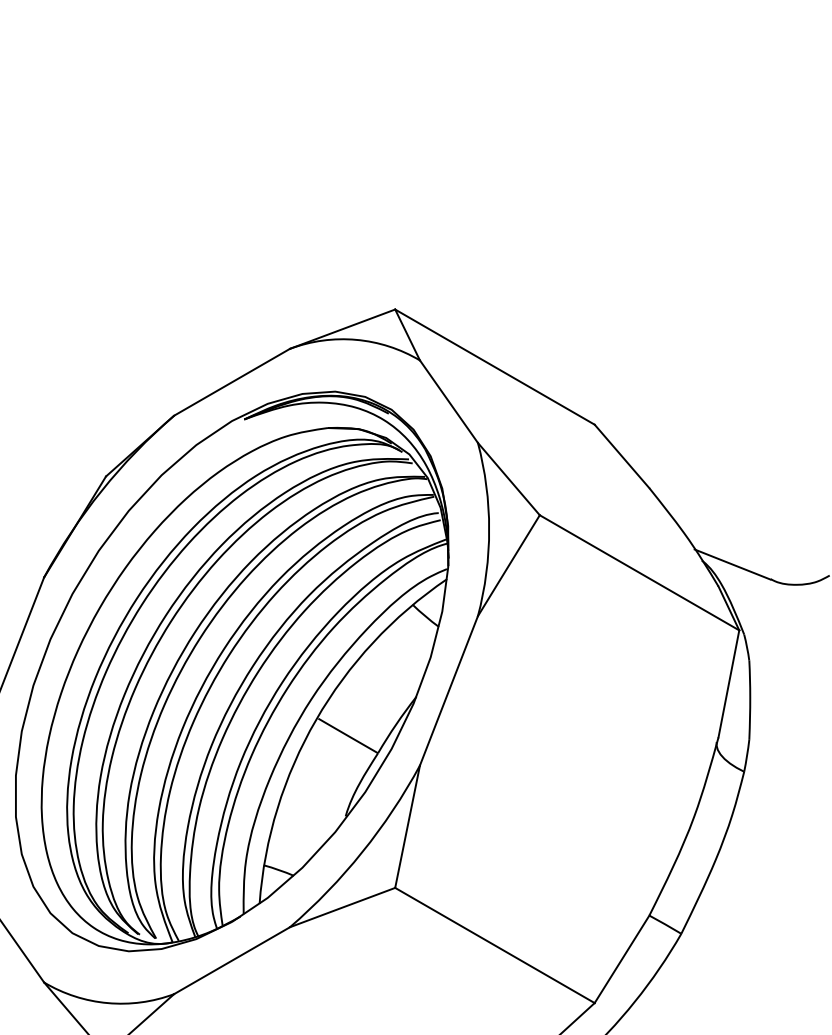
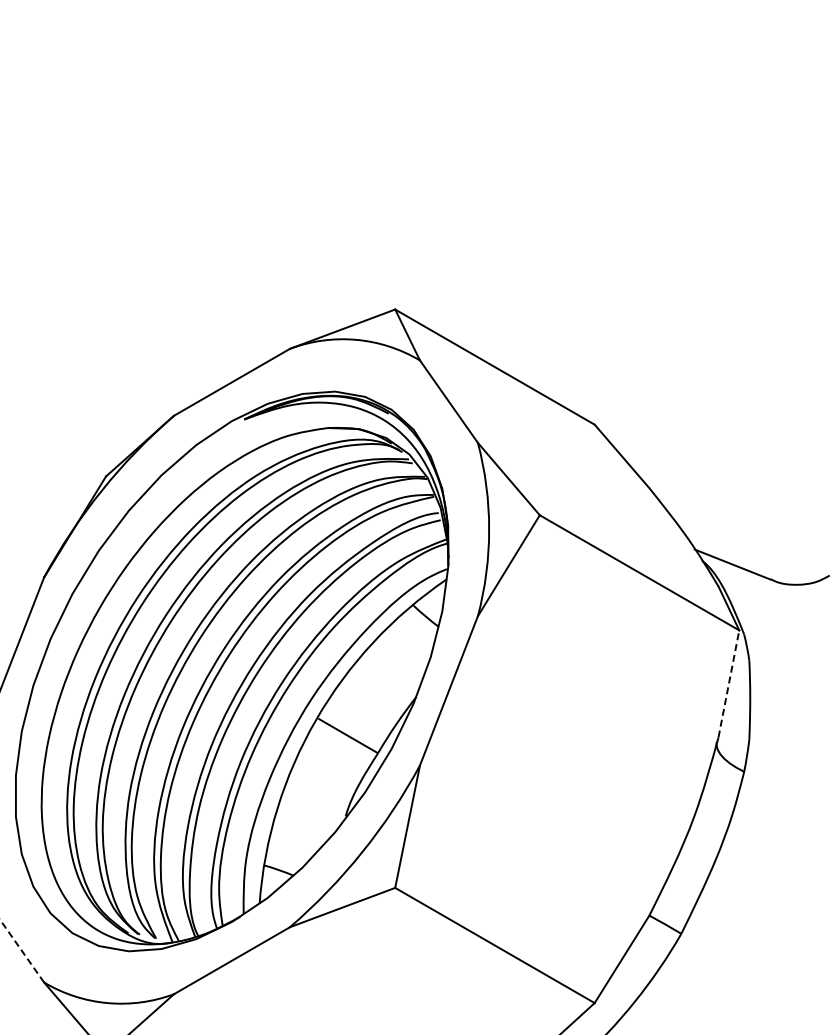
line at (728, 683): solid -> dashed
line at (22, 951): solid -> dashed
